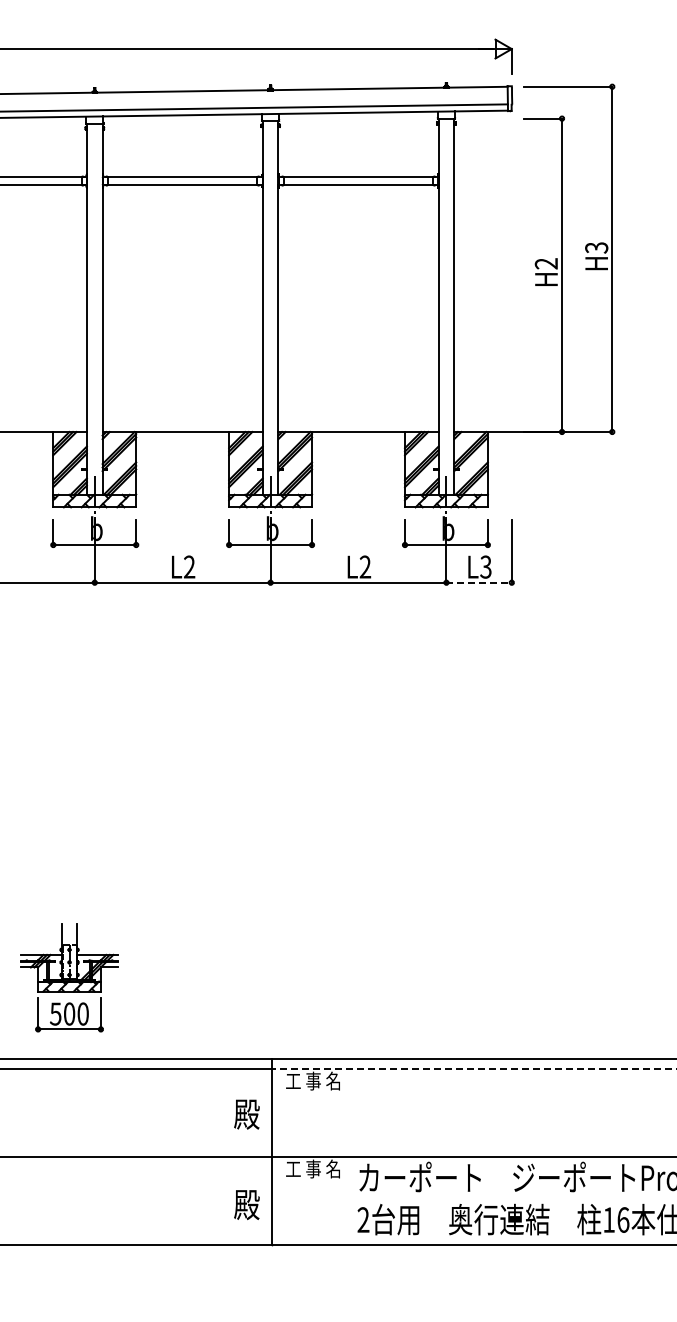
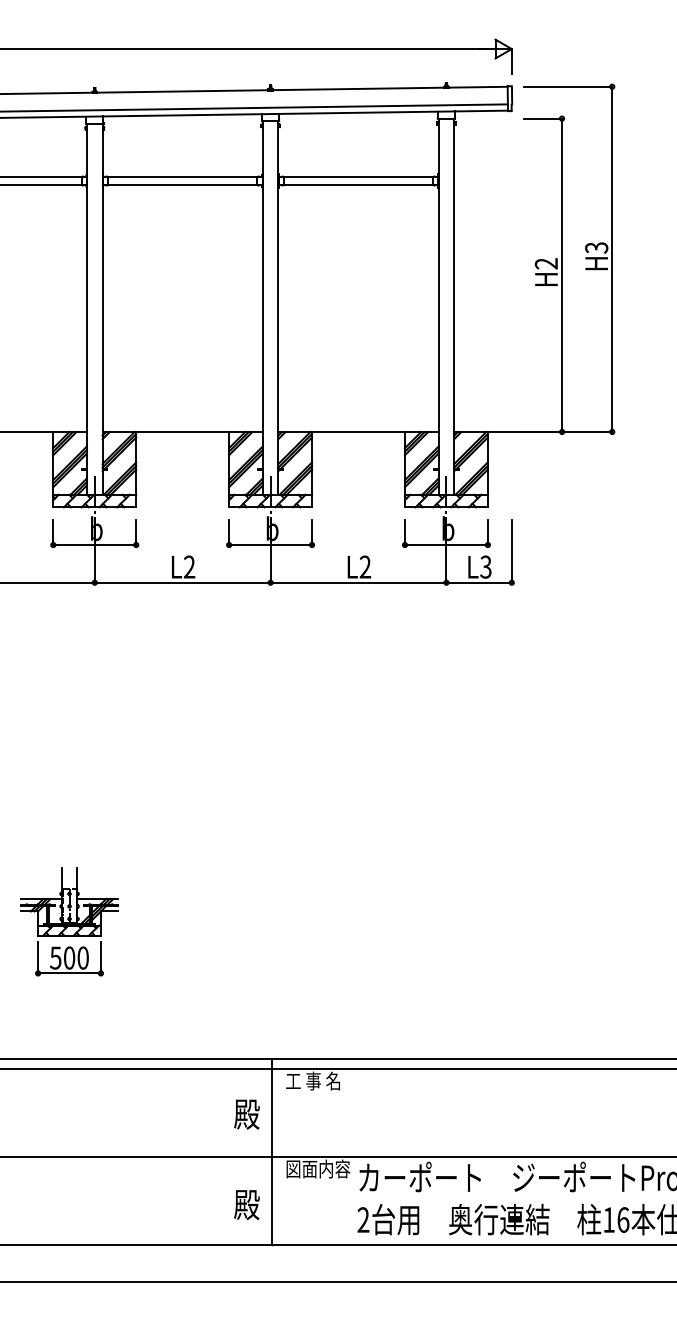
line at (479, 582): dashed -> solid
part at (69, 977) position: (69, 977) -> (69, 921)
line at (473, 1068): dashed -> solid
text at (318, 1168): 工 事 名 -> 図面内容
line at (337, 1282): none -> present
